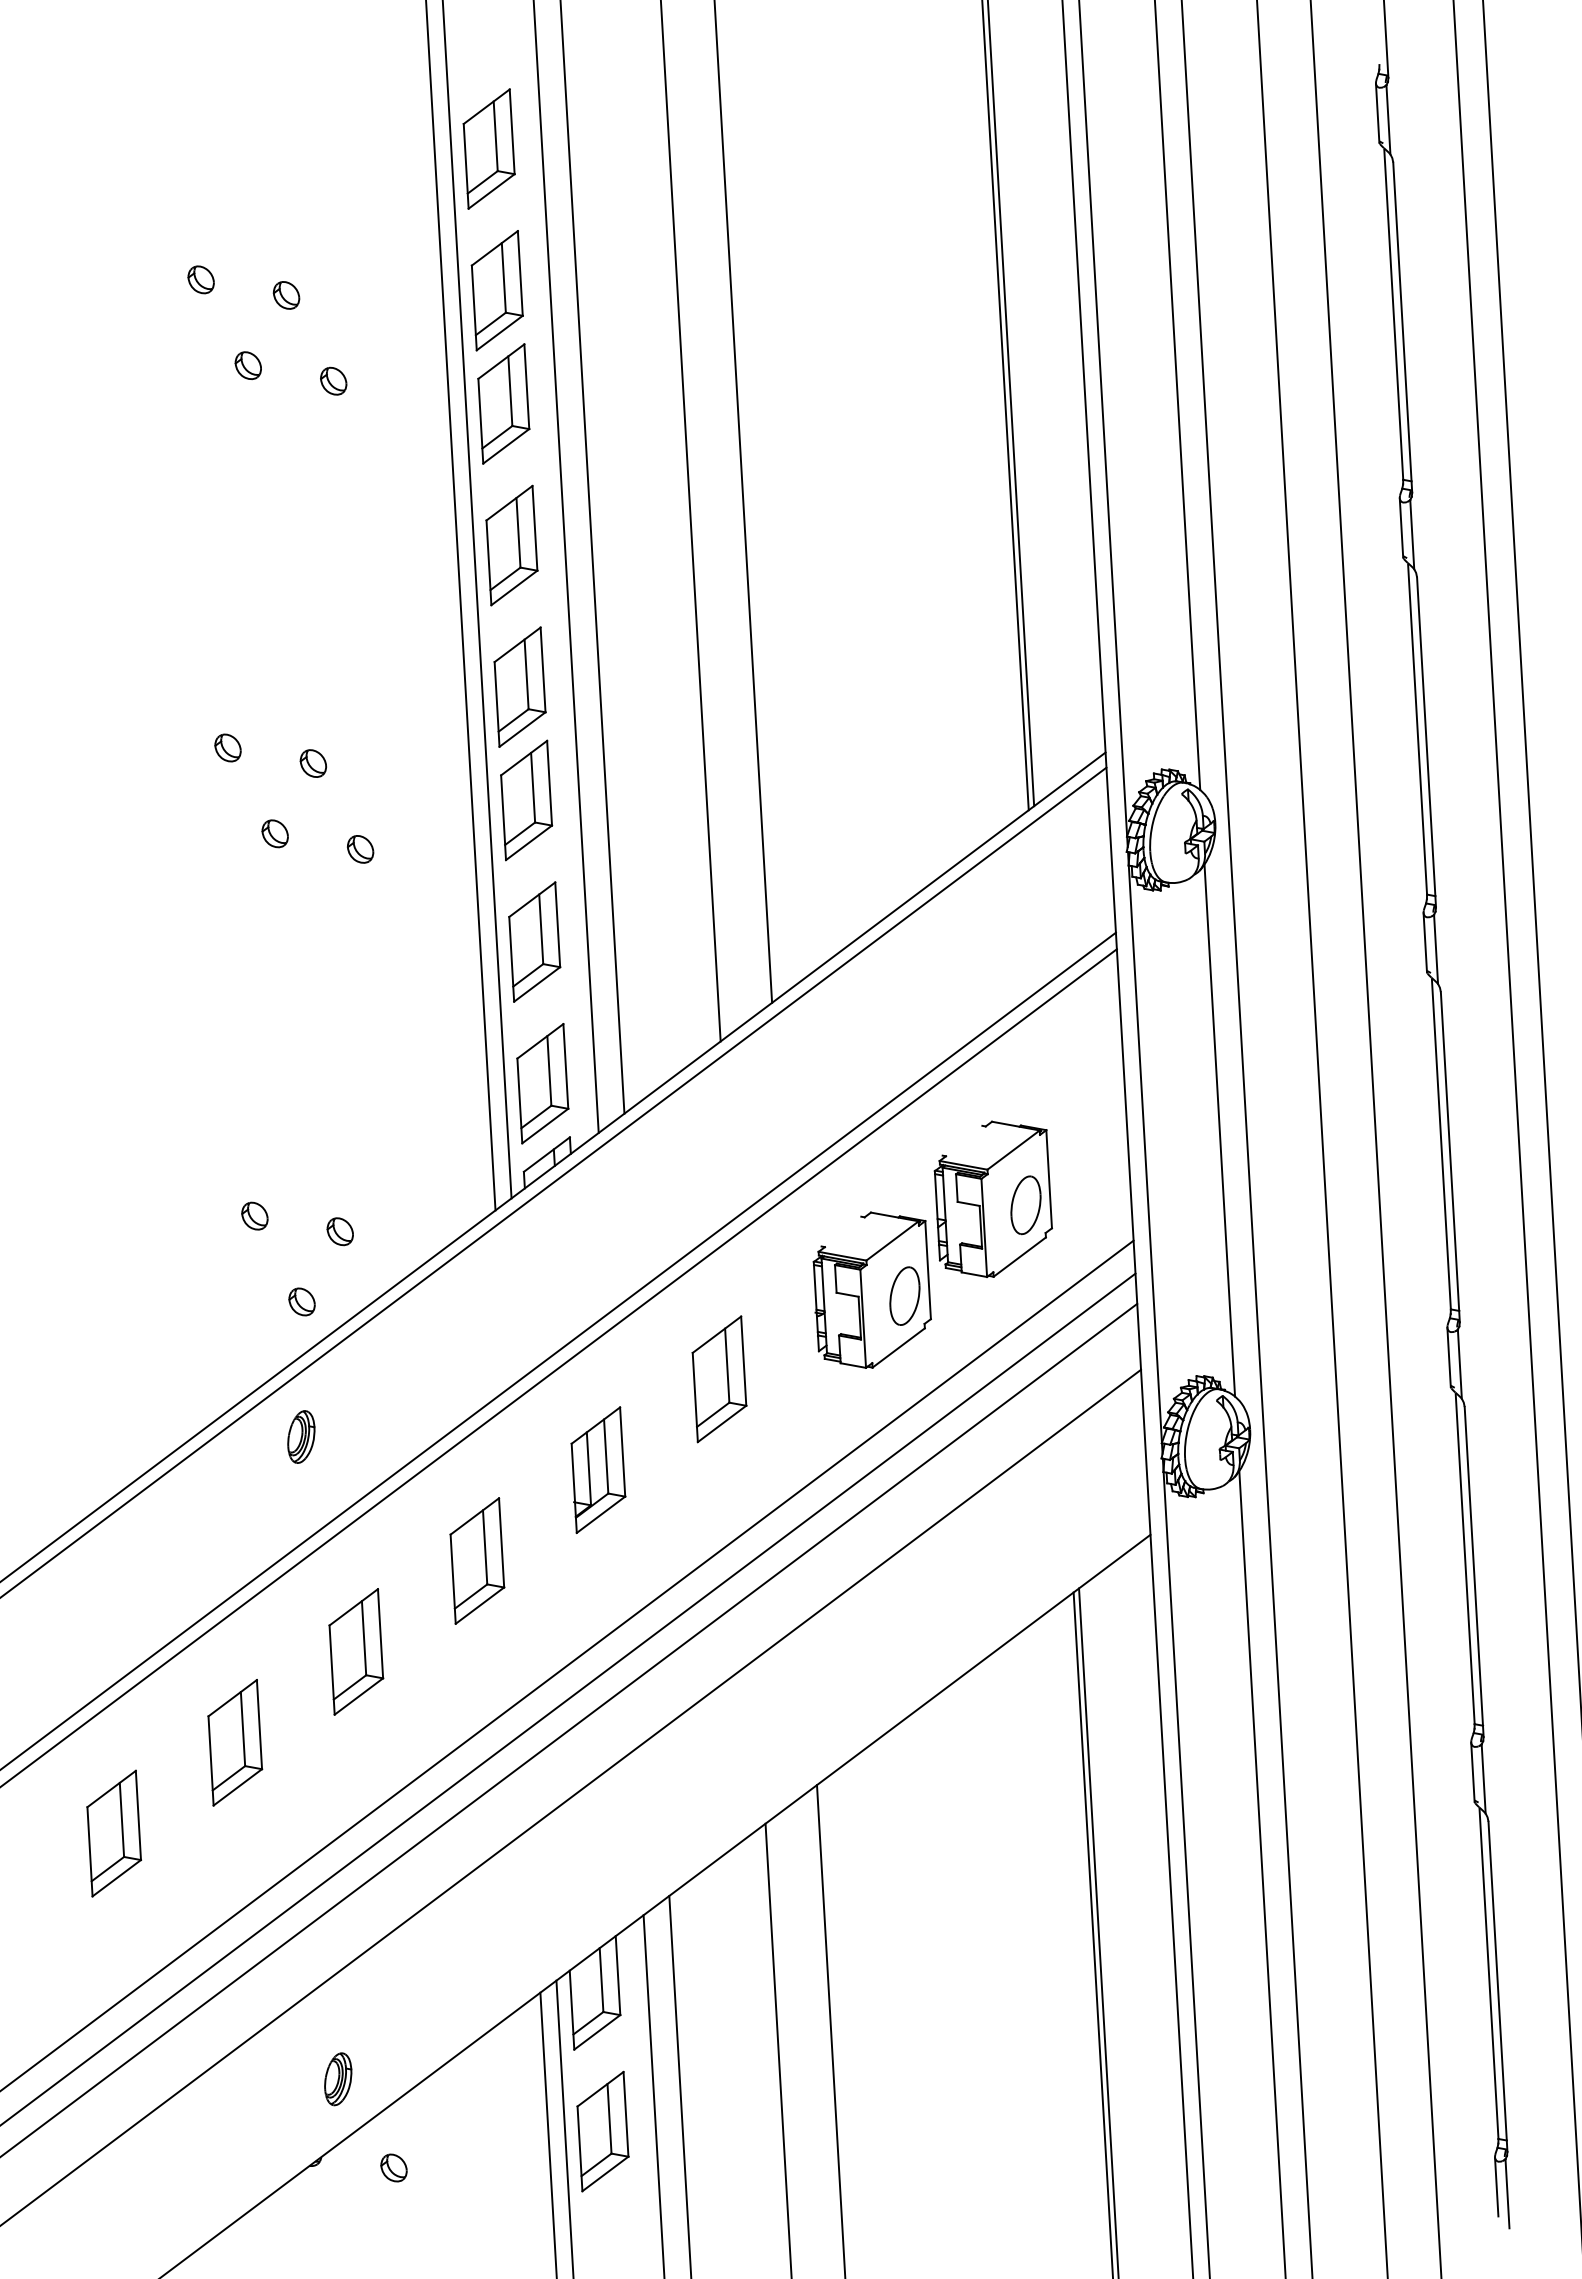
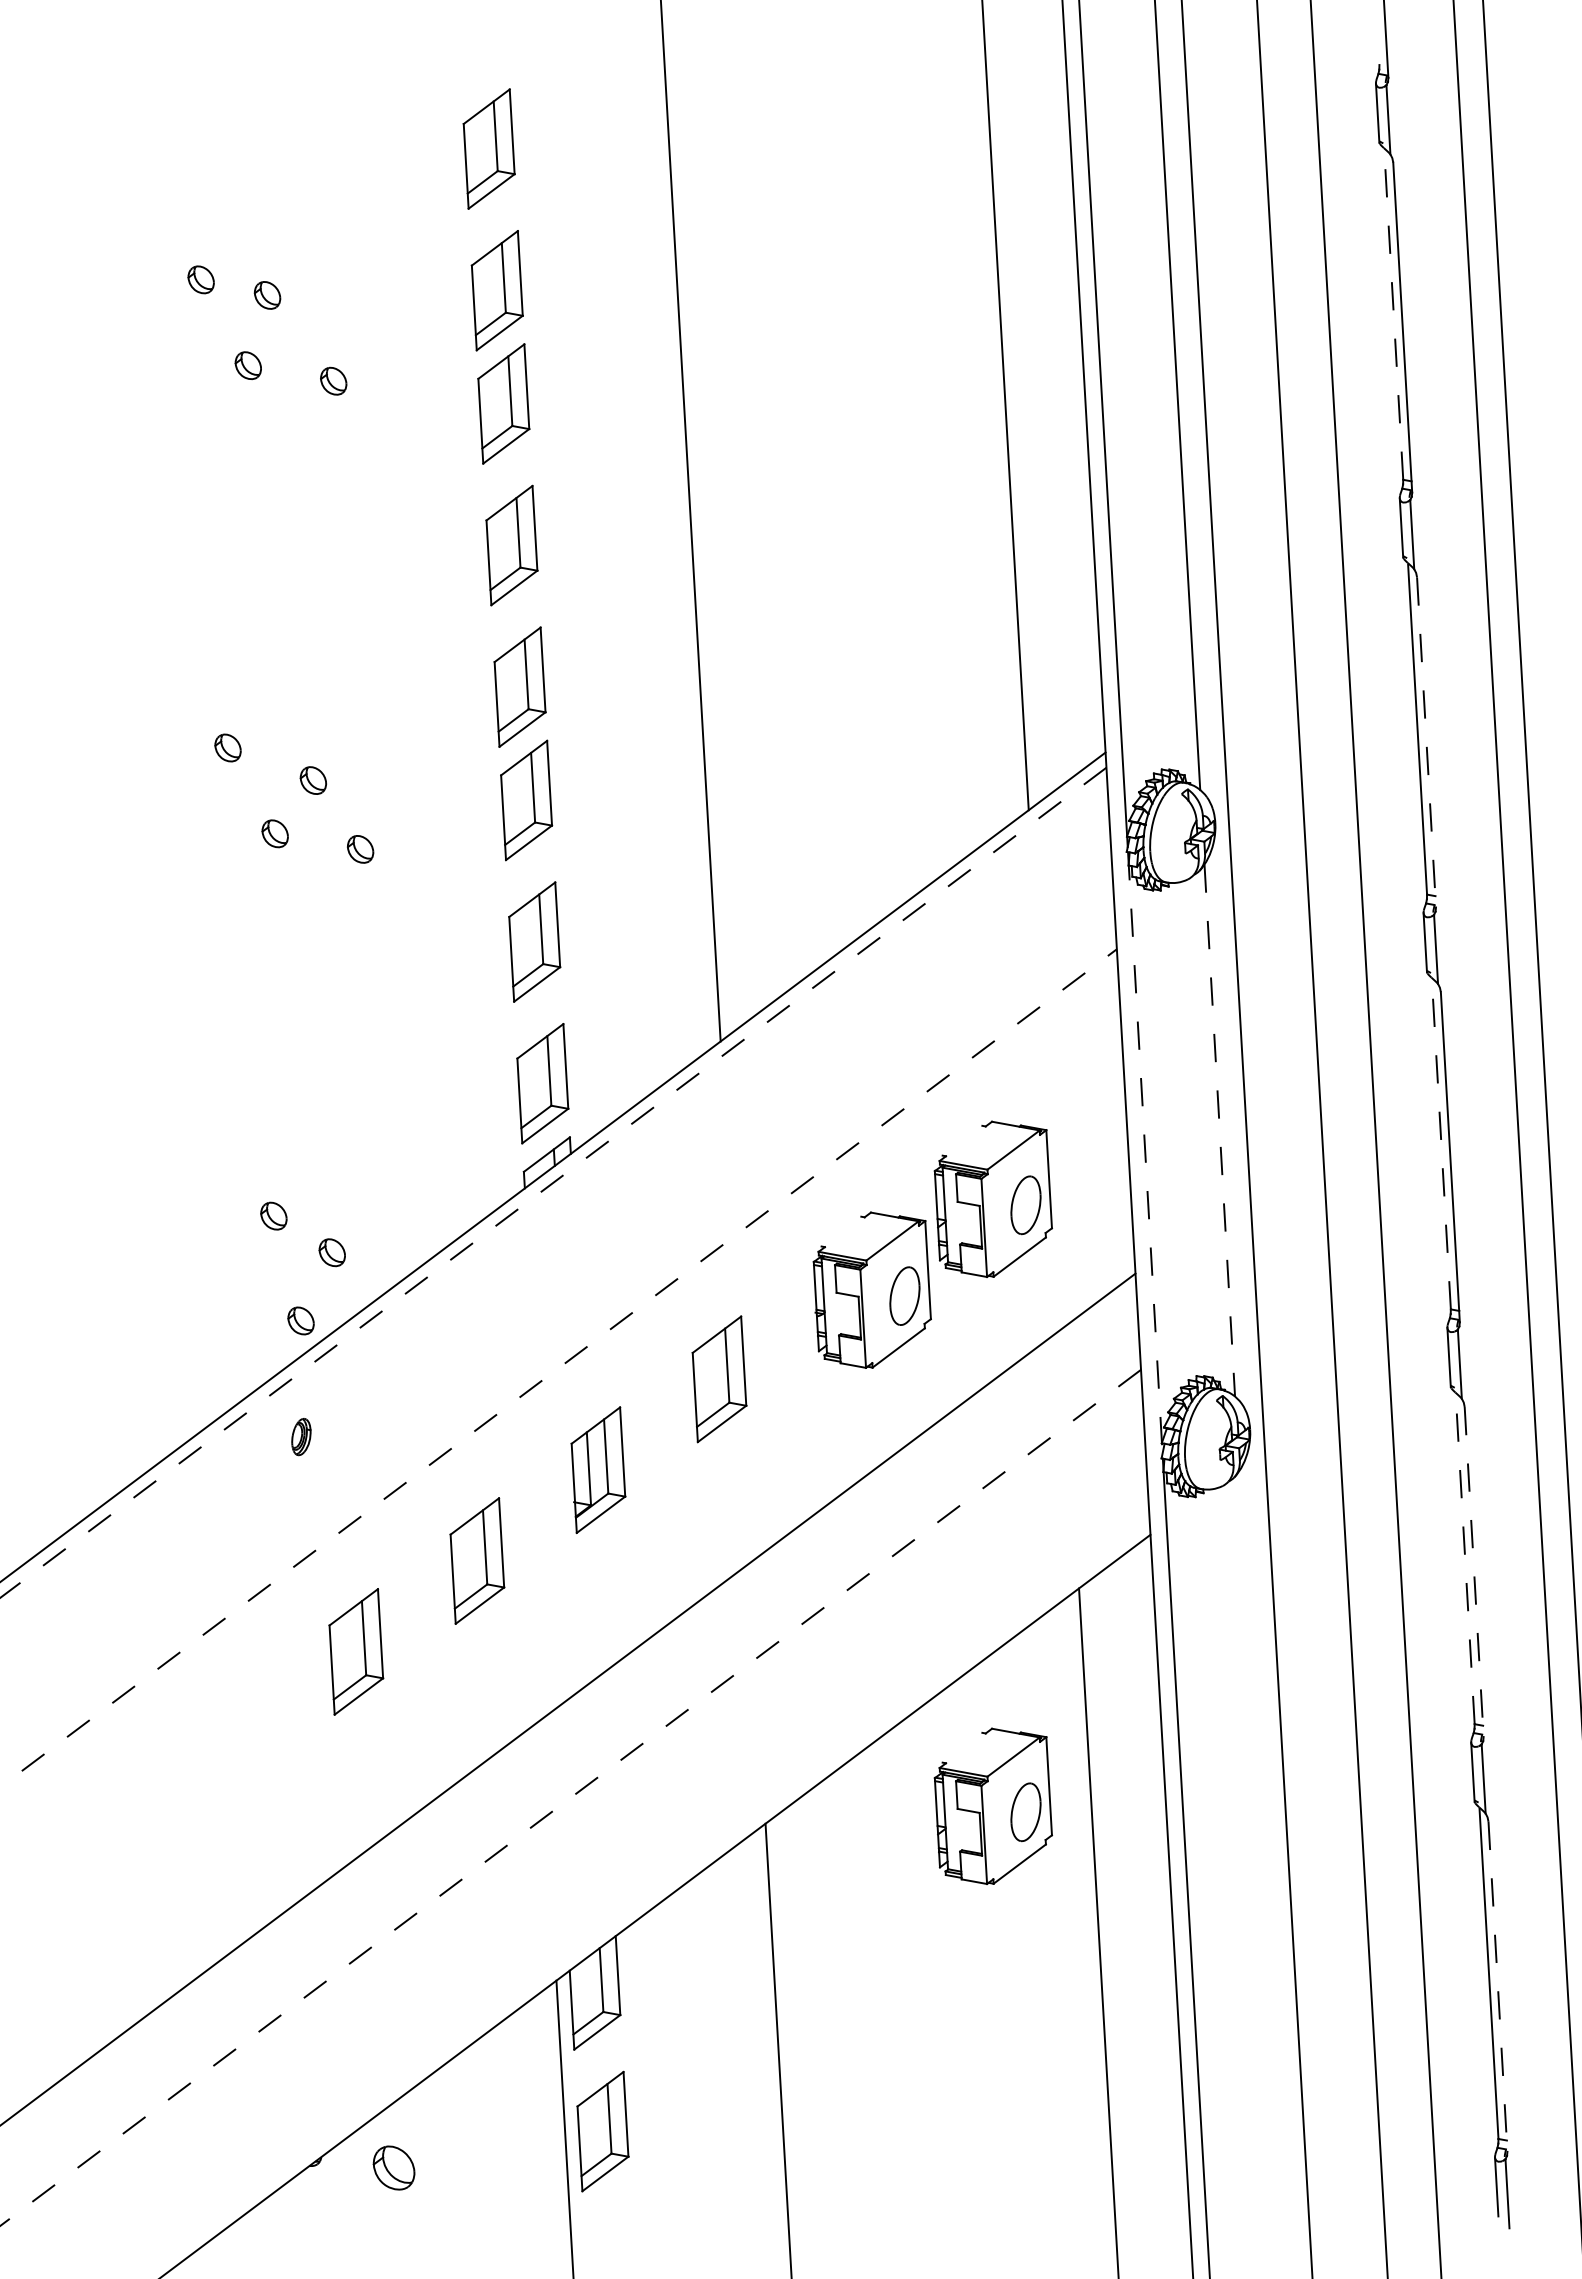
part at (286, 295) position: (286, 295) -> (267, 295)
line at (1393, 314): solid -> dashed
line at (1011, 404): present -> none
line at (743, 502): present -> none
line at (592, 557): present -> none
line at (565, 567): present -> none
line at (476, 600): present -> none
line at (460, 606): present -> none
line at (1426, 742): solid -> dashed
part at (313, 763) position: (313, 763) -> (313, 780)
line at (1219, 1130): solid -> dashed
line at (1441, 1143): solid -> dashed
line at (1145, 1153): solid -> dashed
line at (553, 1183): solid -> dashed
part at (254, 1215) position: (254, 1215) -> (273, 1215)
part at (339, 1231) position: (339, 1231) -> (331, 1252)
part at (301, 1301) position: (301, 1301) -> (300, 1320)
line at (558, 1350): present -> none
line at (558, 1368): solid -> dashed
part at (301, 1436) size: 29x54 px -> 21x39 px
line at (1465, 1558): solid -> dashed
line at (1474, 1572): solid -> dashed
line at (567, 1664): present -> none
line at (569, 1729): present -> none
part at (235, 1742): present -> none
line at (570, 1797): solid -> dashed
part at (992, 1805): none -> present
part at (113, 1833): present -> none
line at (1262, 1873): present -> none
line at (1092, 1933): present -> none
line at (1498, 1987): solid -> dashed
line at (831, 2030): present -> none
part at (338, 2079): present -> none
line at (680, 2085): present -> none
line at (653, 2095): present -> none
line at (548, 2133): present -> none
part at (393, 2167) size: 28x30 px -> 44x46 px
